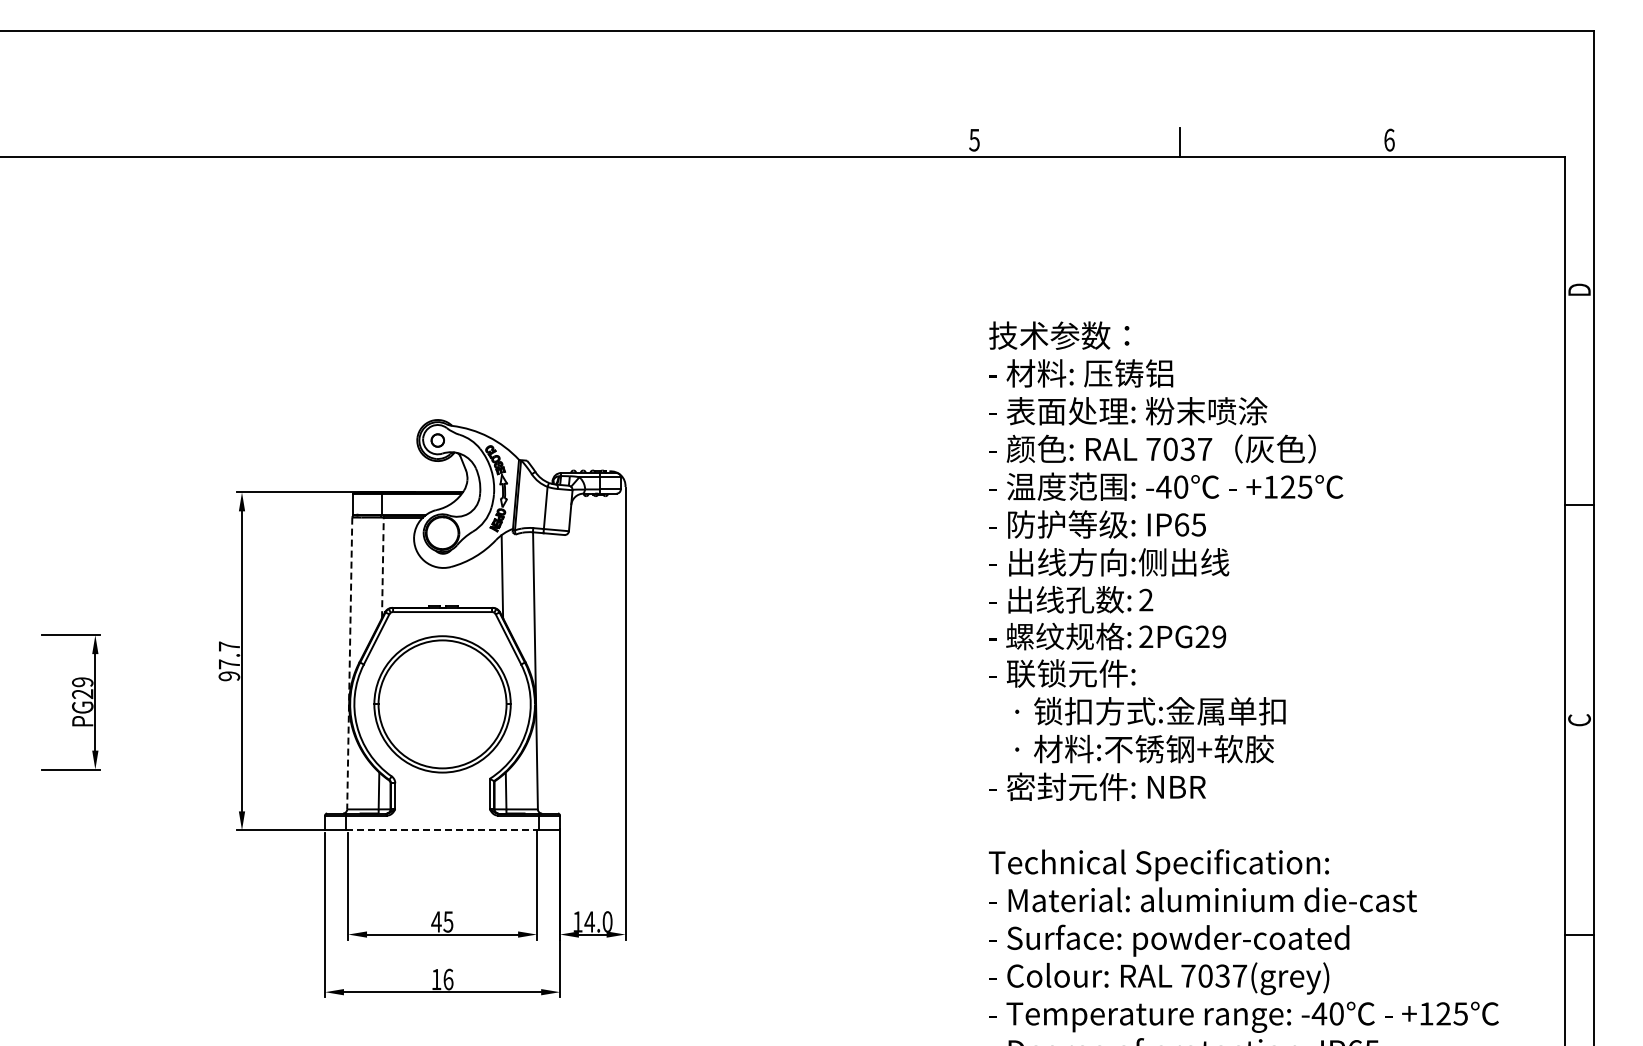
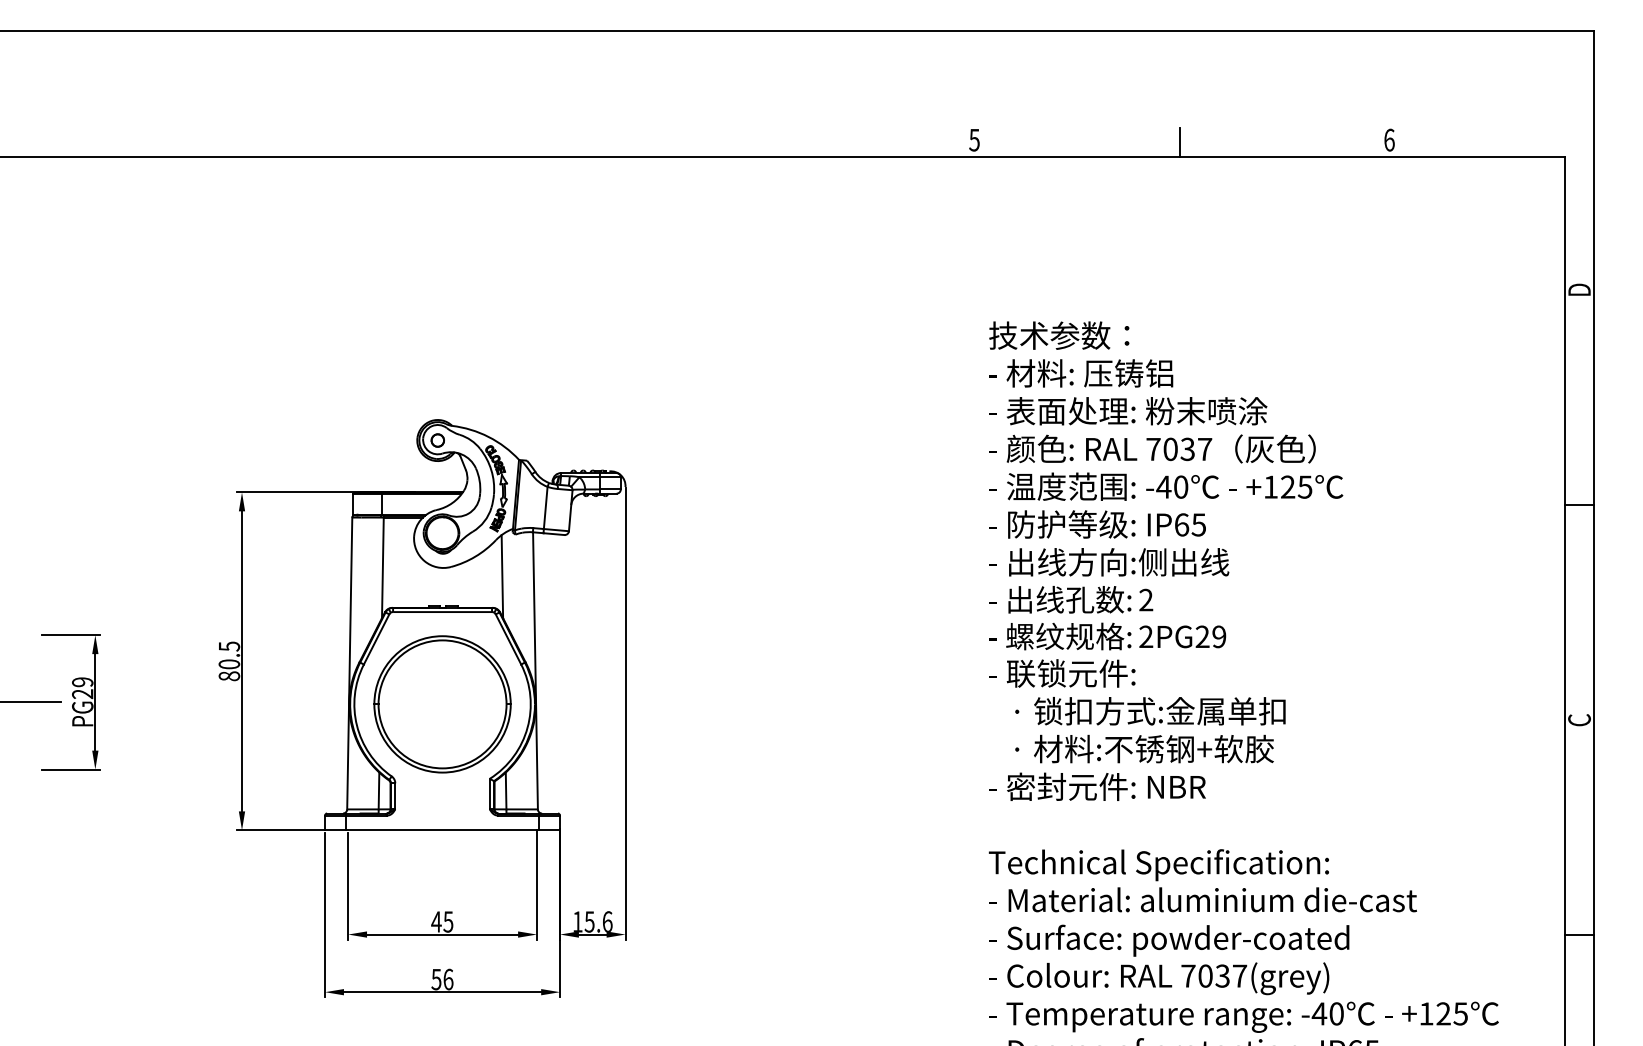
line at (382, 567): dashed -> solid
text at (229, 661): 97.7 -> 80.5
line at (349, 663): dashed -> solid
line at (31, 702): none -> present
line at (442, 830): dashed -> solid
text at (598, 921): 14.0 -> 15.6
text at (436, 979): 16 -> 56
